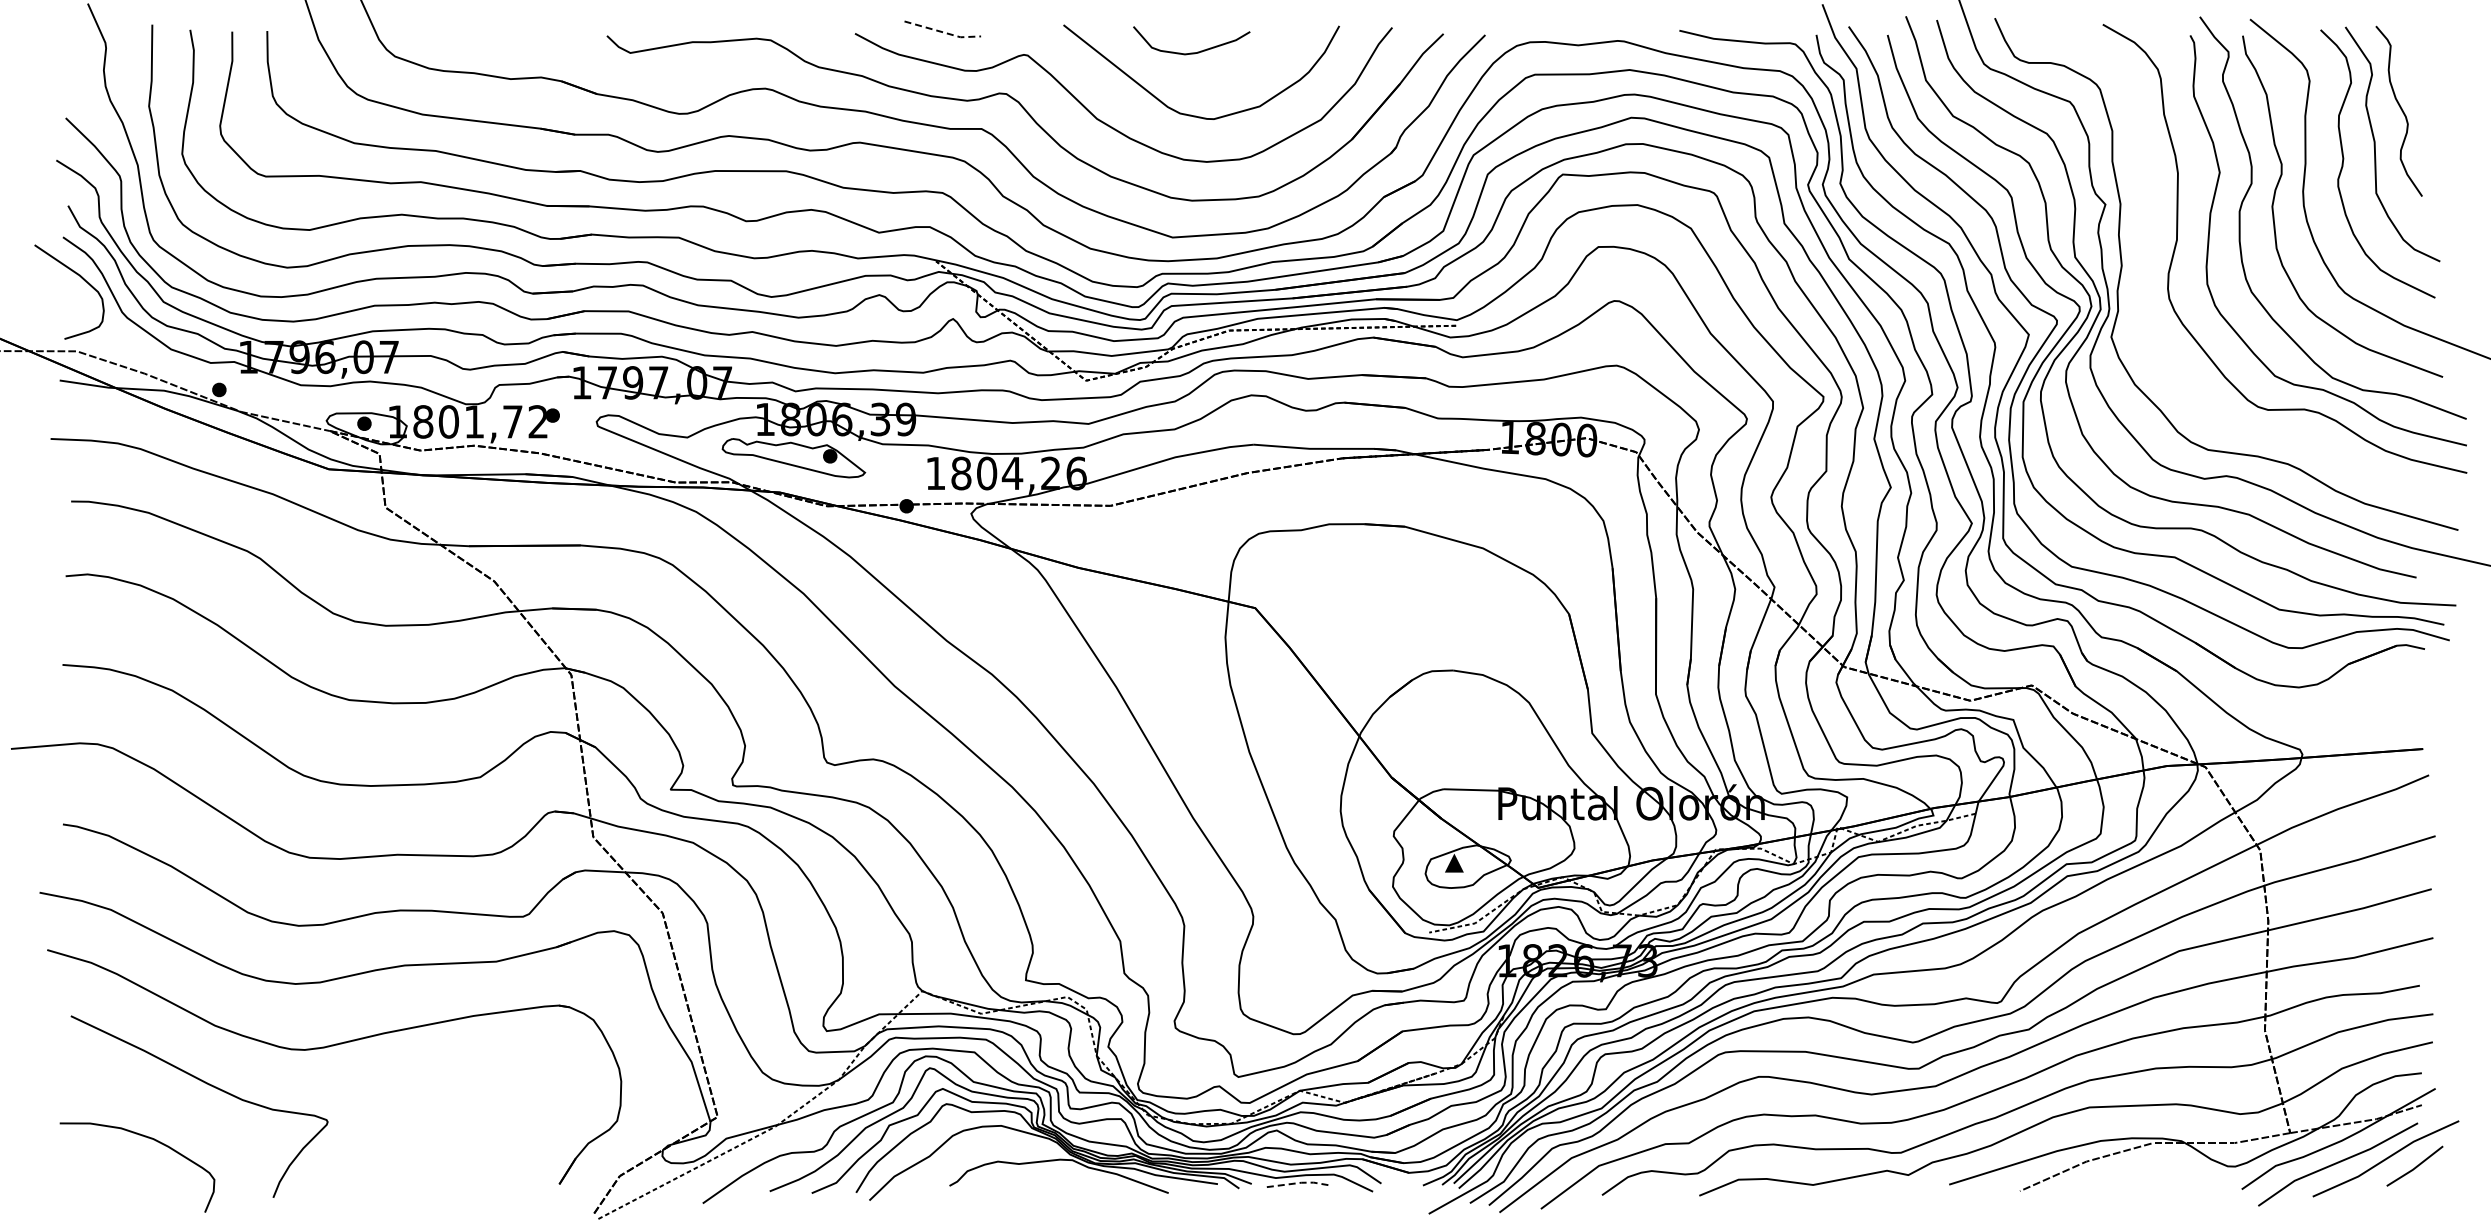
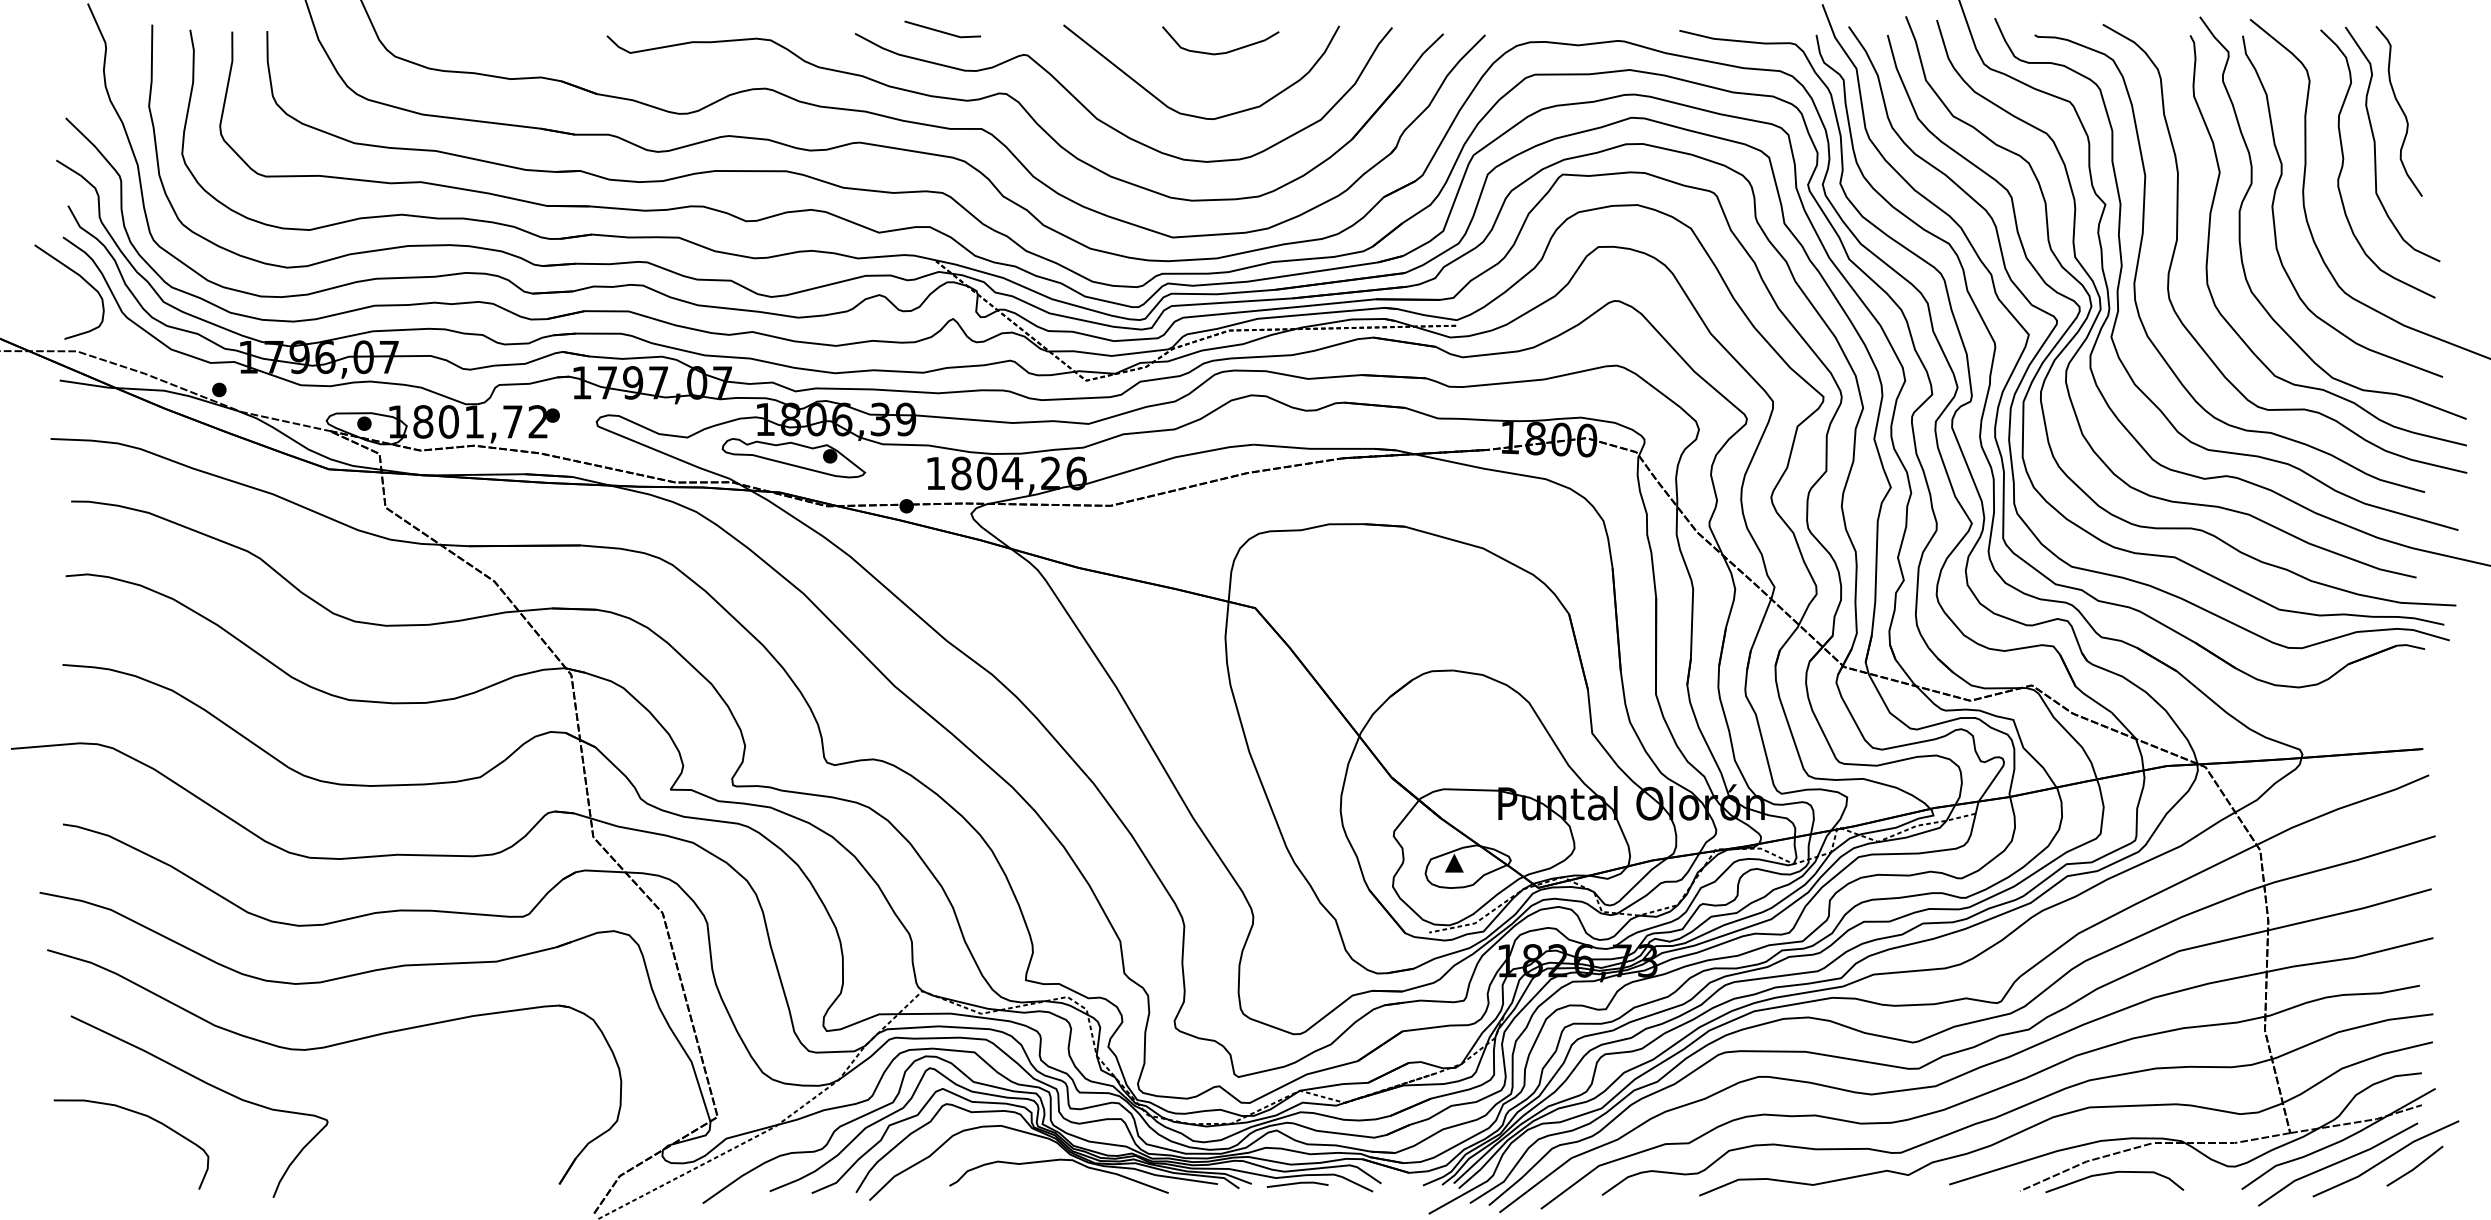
line at (943, 32): dashed -> solid
curve at (1191, 52) position: (1191, 52) -> (1220, 52)
curve at (2141, 248): none -> present
curve at (148, 1138) position: (148, 1138) -> (142, 1115)
curve at (2114, 1173): none -> present
line at (1299, 1183): dashed -> solid
